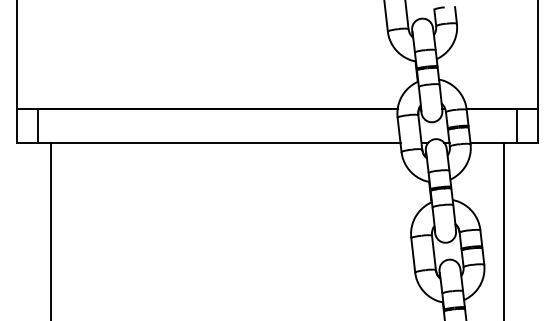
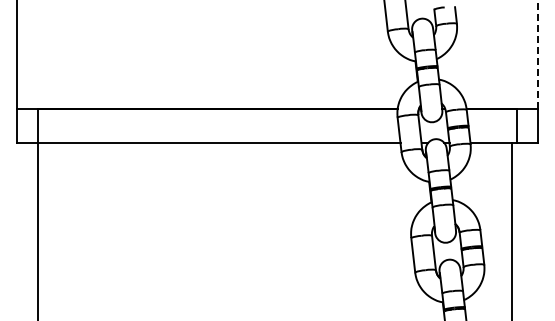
line at (538, 54): solid -> dashed
line at (51, 230) position: (51, 230) -> (38, 230)
line at (503, 230) position: (503, 230) -> (511, 230)
